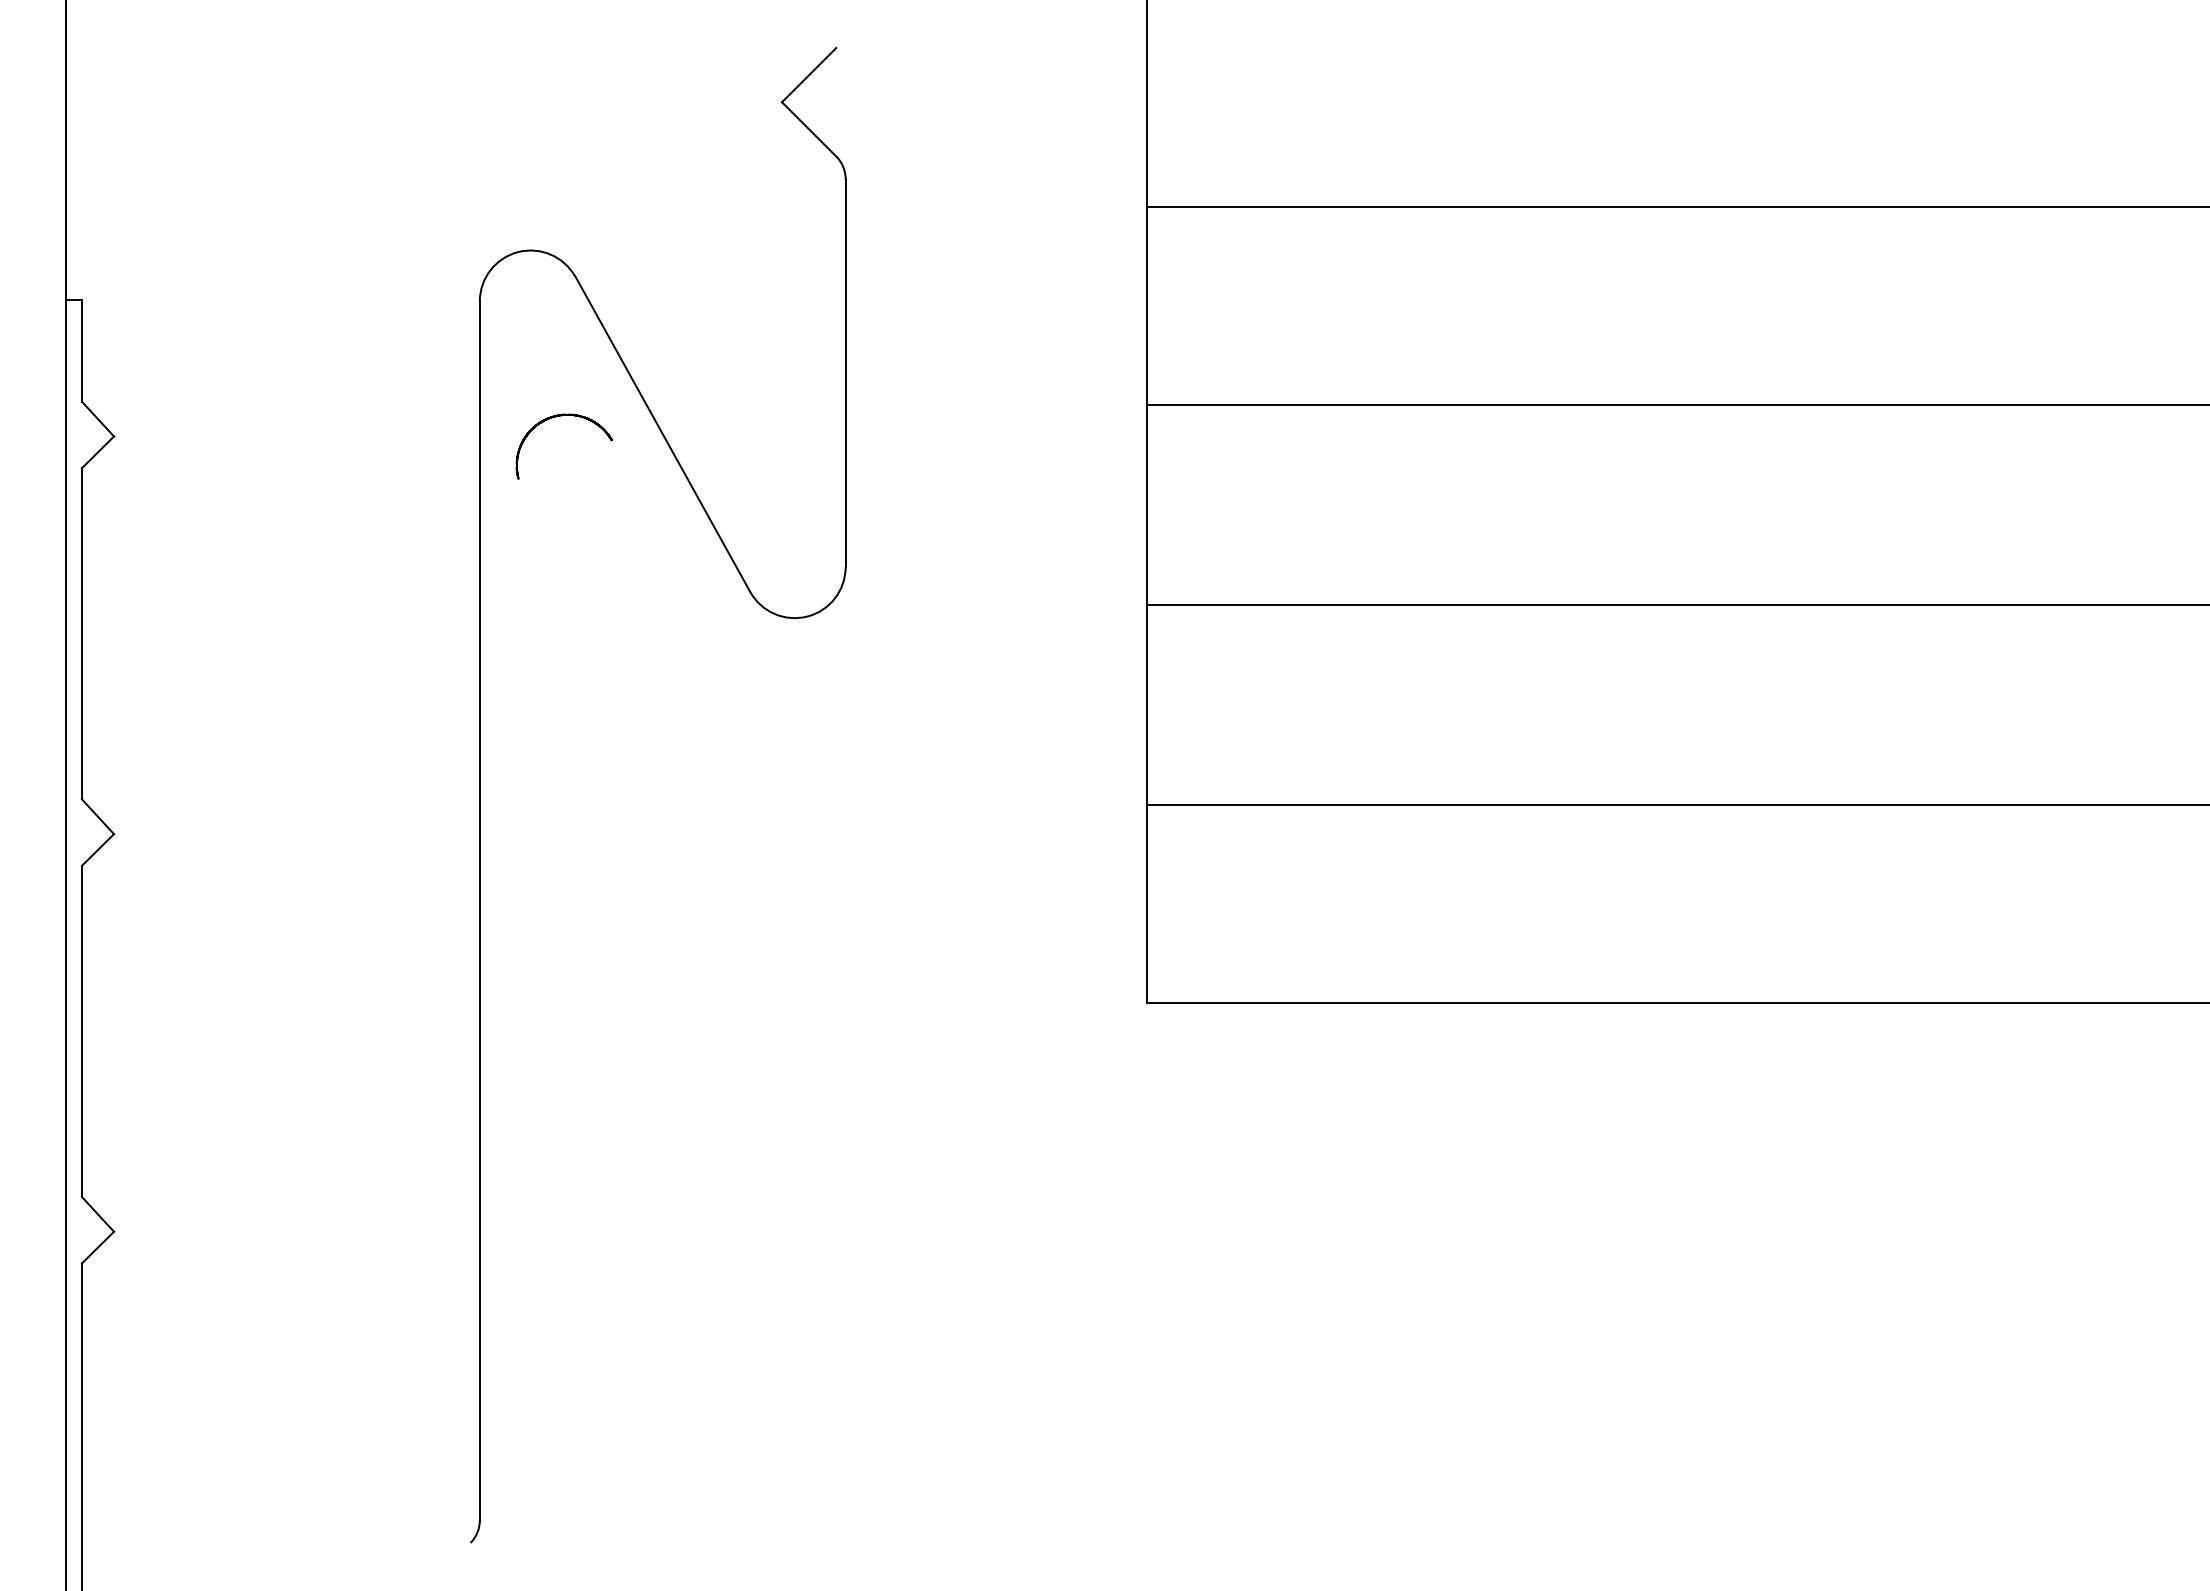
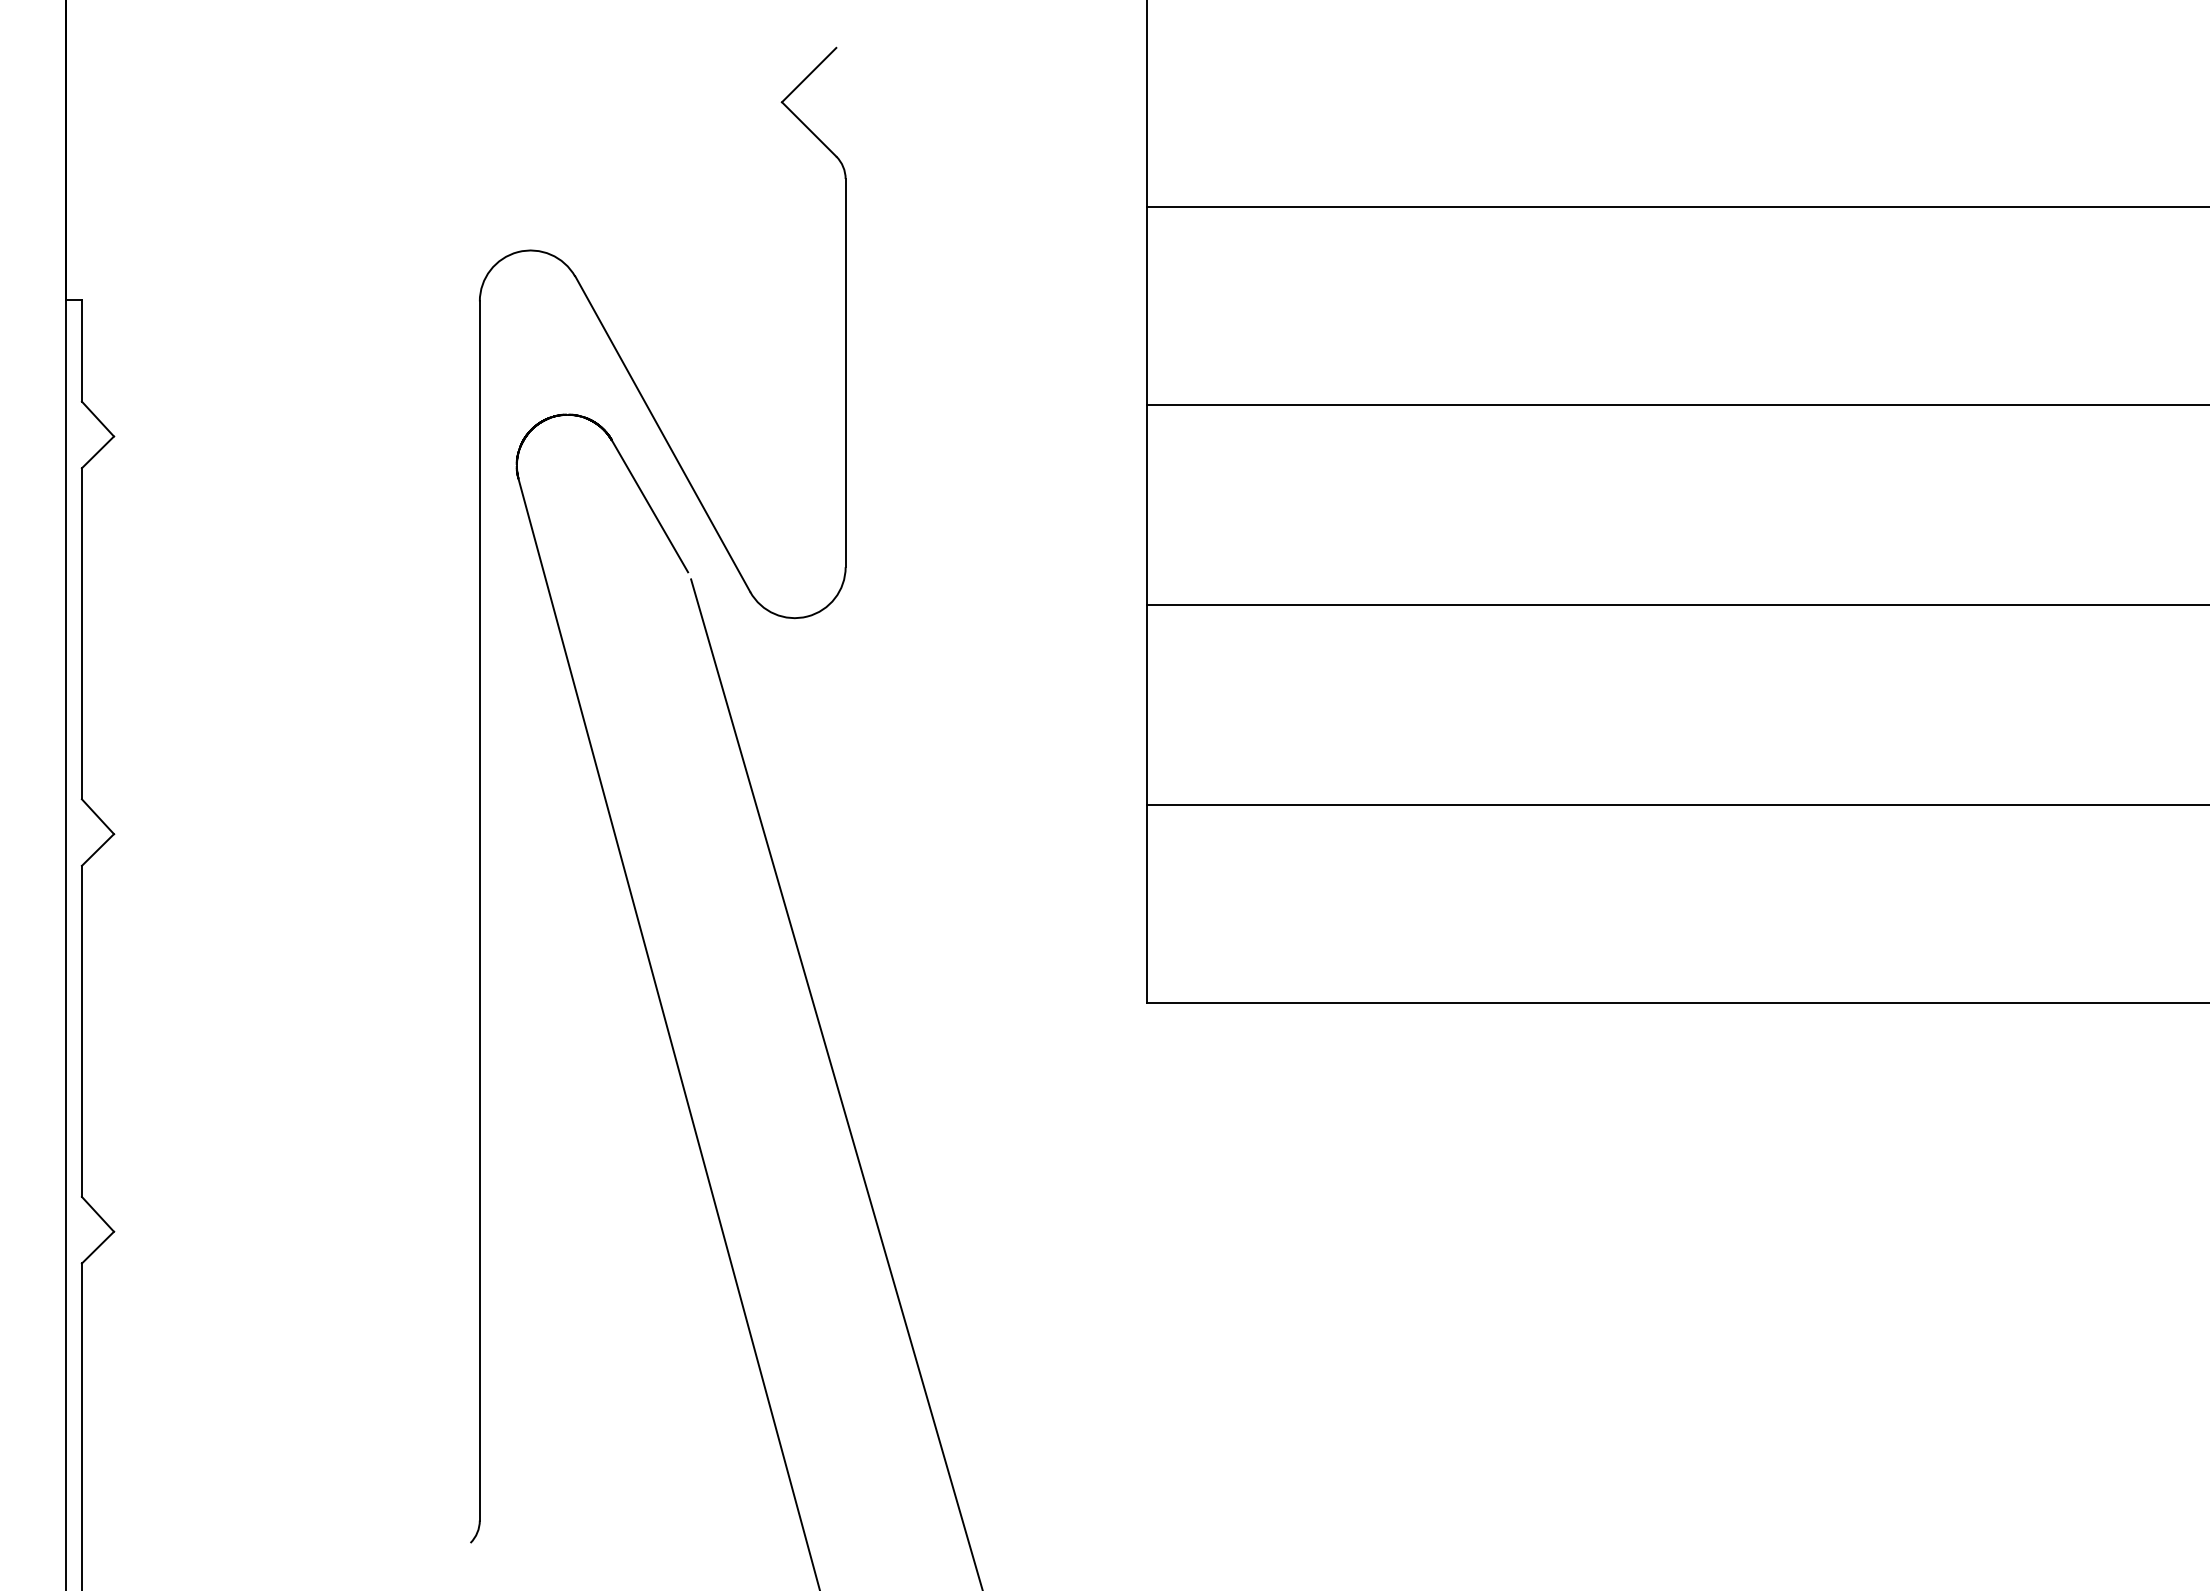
line at (649, 506): none -> present
line at (668, 1032): none -> present
line at (836, 1083): none -> present
